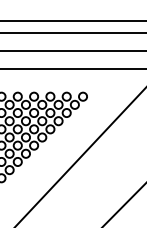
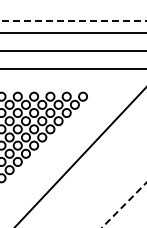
line at (74, 20): solid -> dashed
line at (124, 205): solid -> dashed
